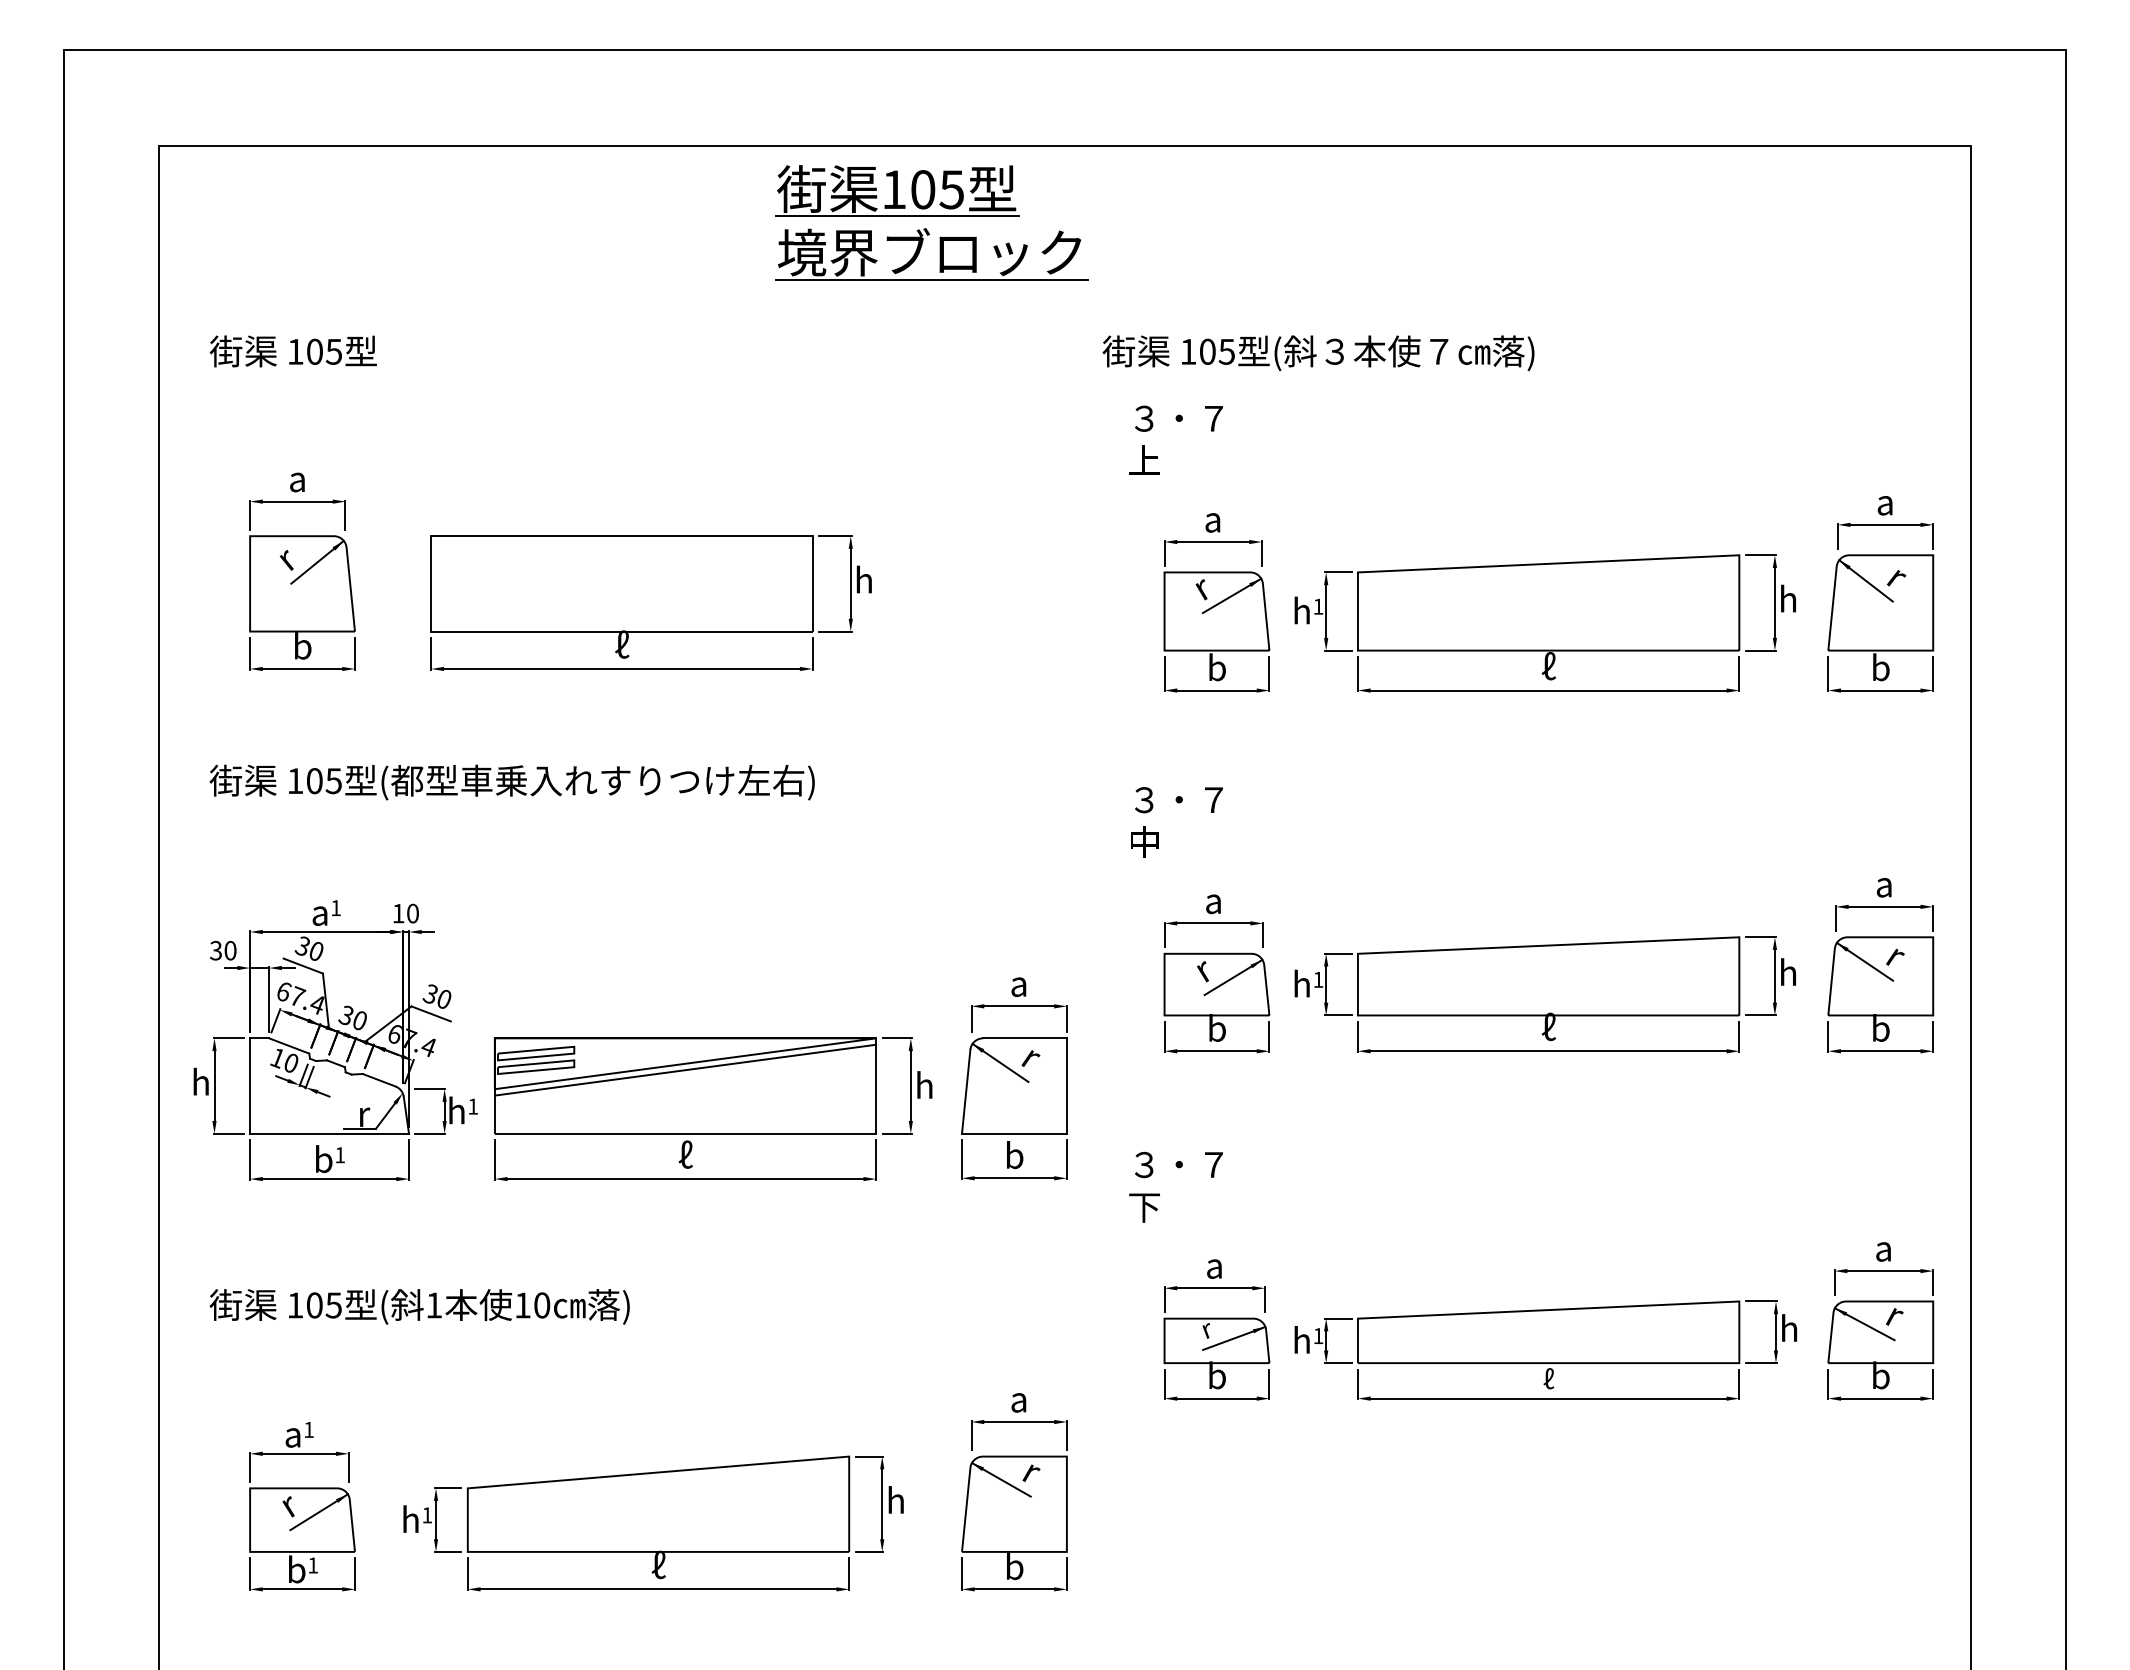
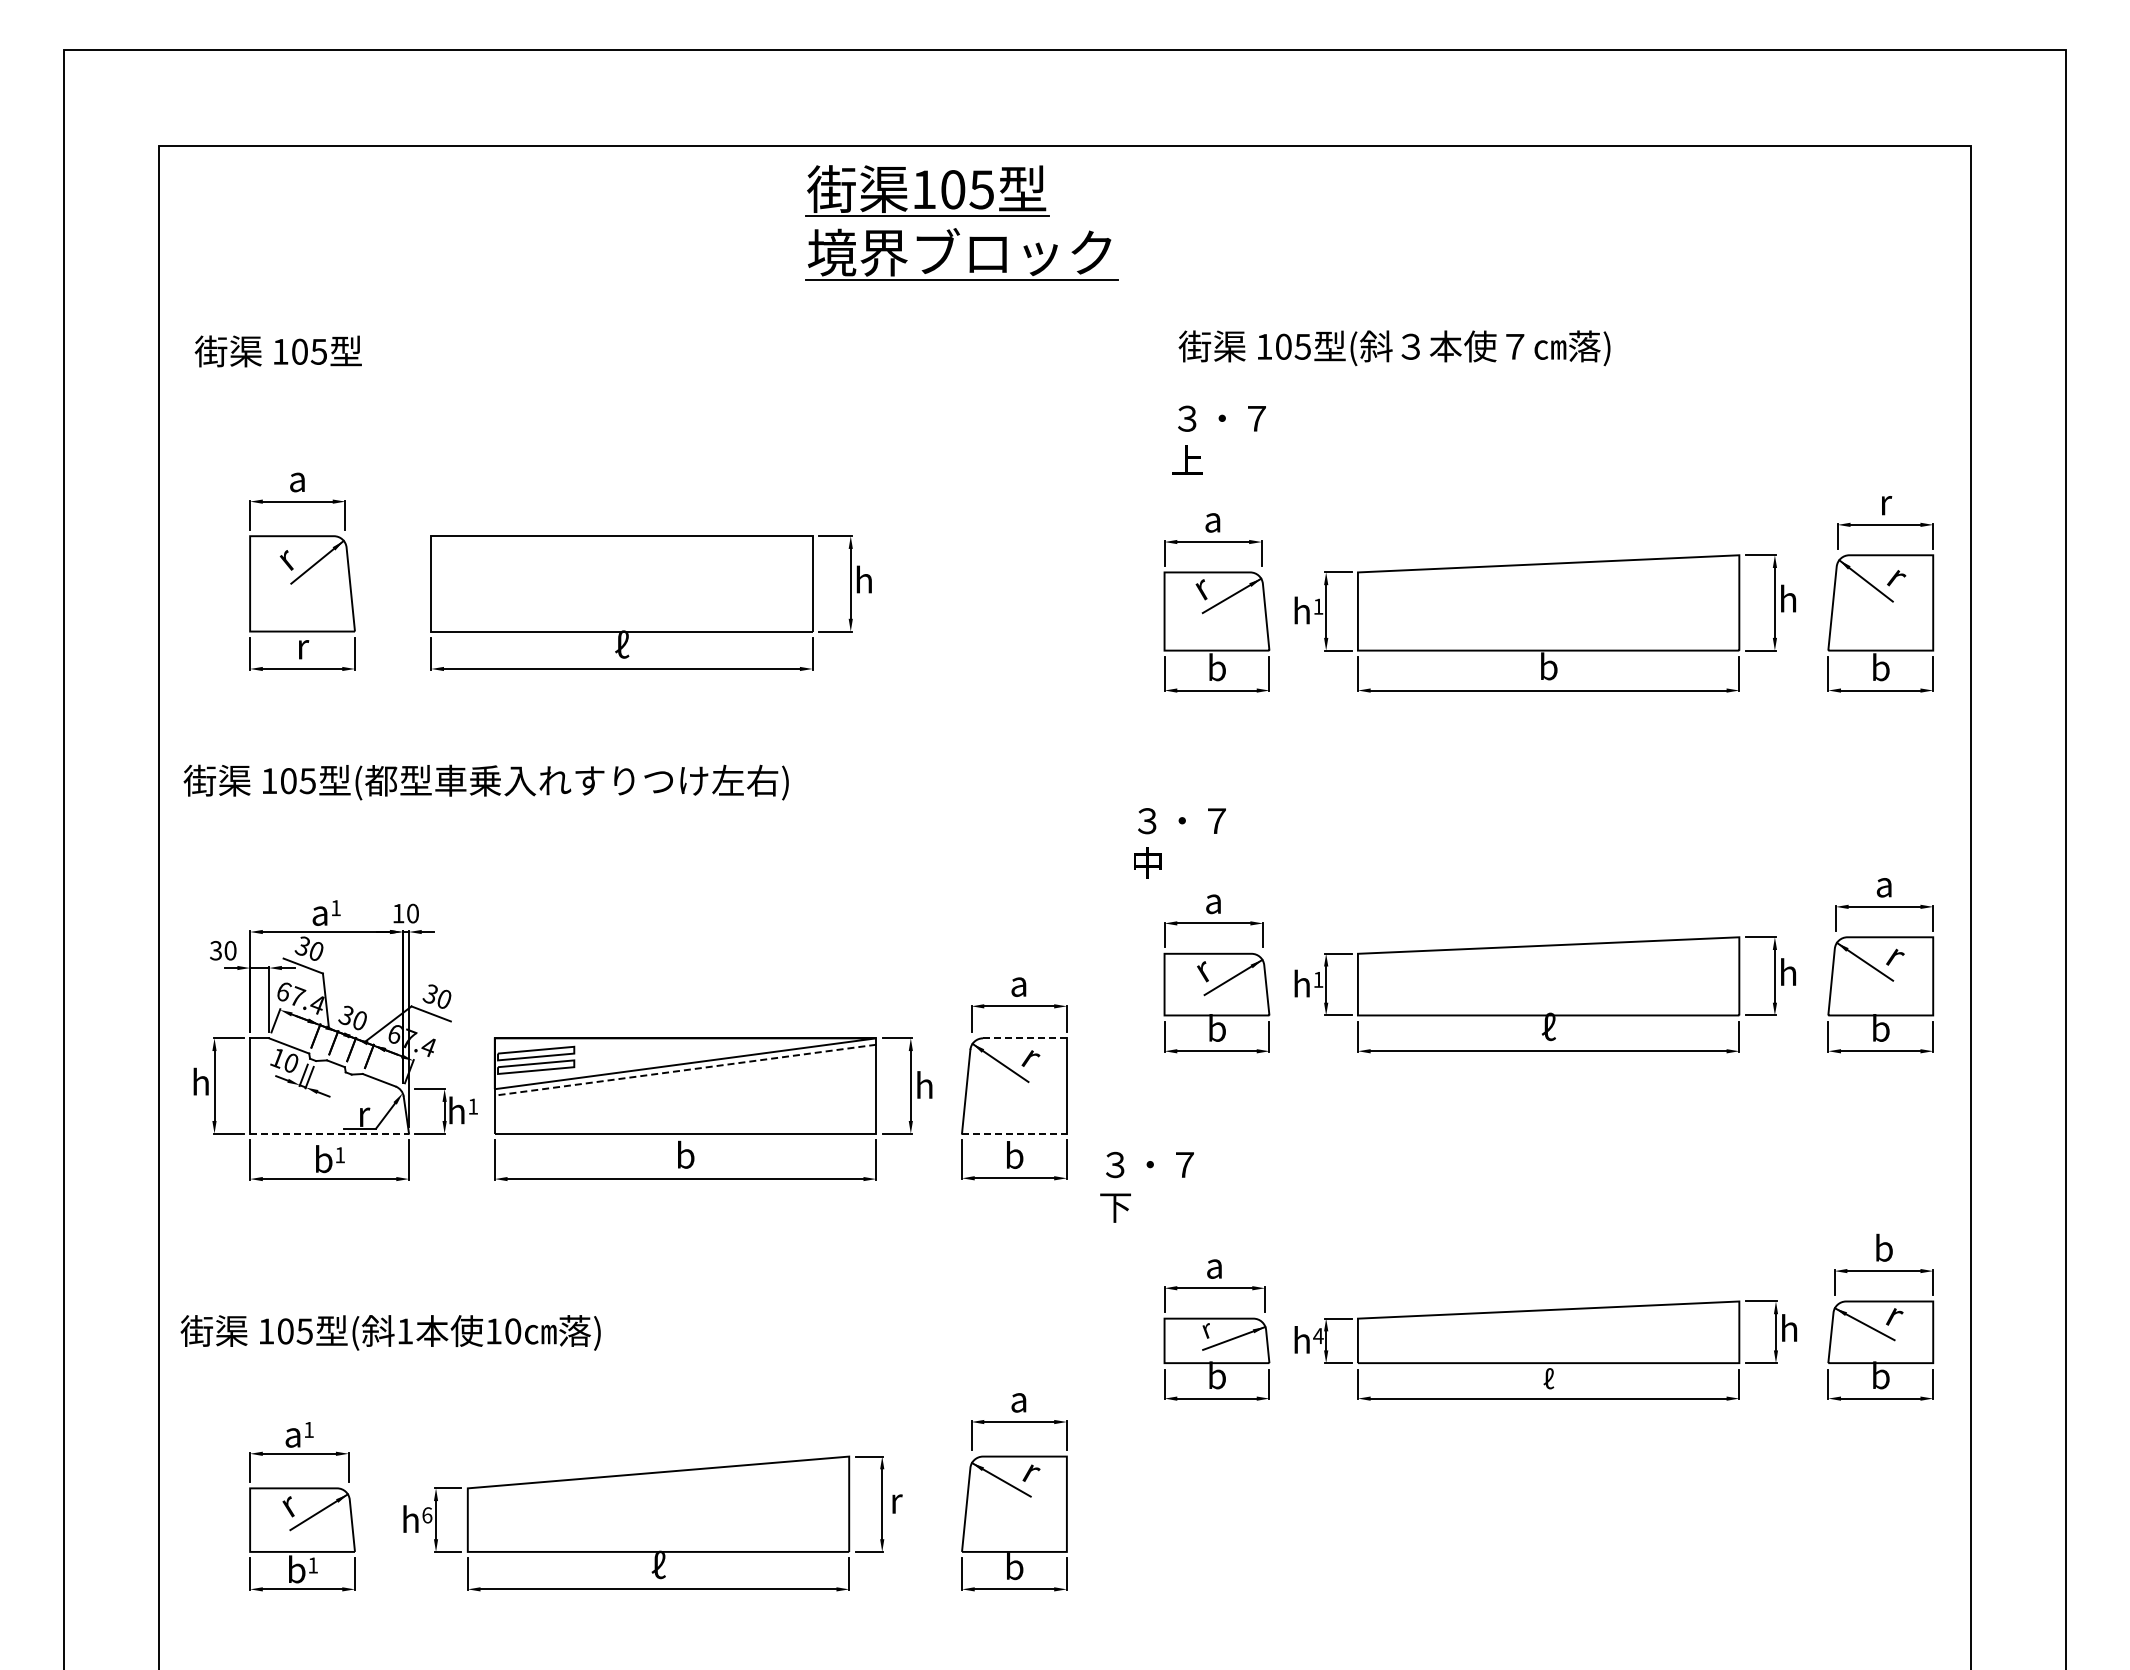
part at (931, 222) position: (931, 222) -> (961, 222)
text at (292, 351) position: (292, 351) -> (277, 351)
text at (1318, 353) position: (1318, 353) -> (1394, 348)
text at (1175, 439) position: (1175, 439) -> (1218, 439)
text at (1884, 505): a -> r
text at (303, 645): b -> r
text at (1549, 666): ℓ -> b
text at (511, 782) position: (511, 782) -> (485, 782)
text at (1176, 822) position: (1176, 822) -> (1179, 843)
line at (1024, 1038): solid -> dashed
line at (685, 1070): solid -> dashed
line at (330, 1133): solid -> dashed
line at (1014, 1133): solid -> dashed
text at (686, 1154): ℓ -> b
text at (1175, 1186) position: (1175, 1186) -> (1146, 1186)
text at (1884, 1247): a -> b
text at (419, 1306) position: (419, 1306) -> (390, 1332)
text at (1318, 1335): 1 -> 4
text at (895, 1499): h -> r
text at (427, 1515): 1 -> 6
